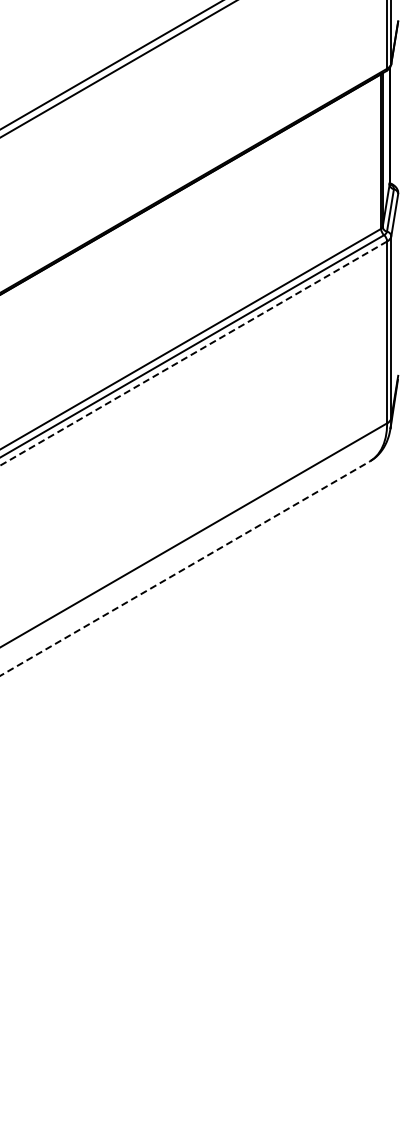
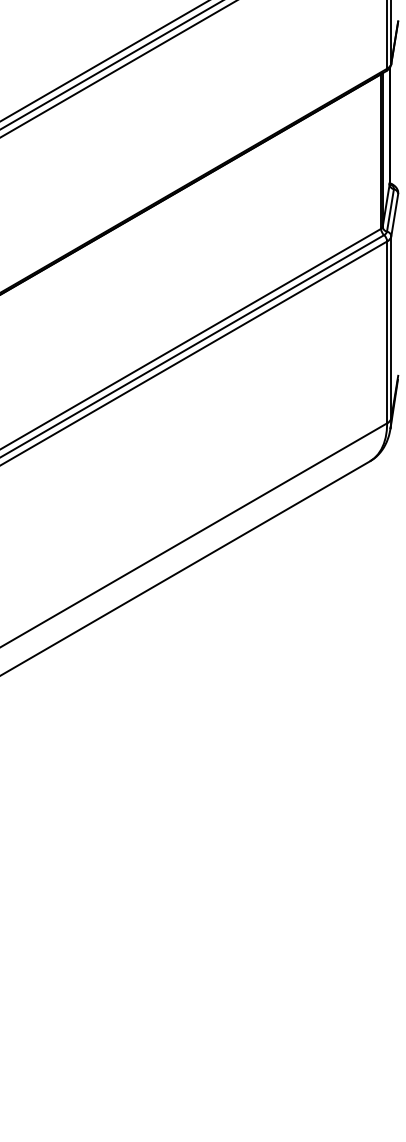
line at (103, 61): none -> present
line at (193, 353): dashed -> solid
line at (185, 568): dashed -> solid
